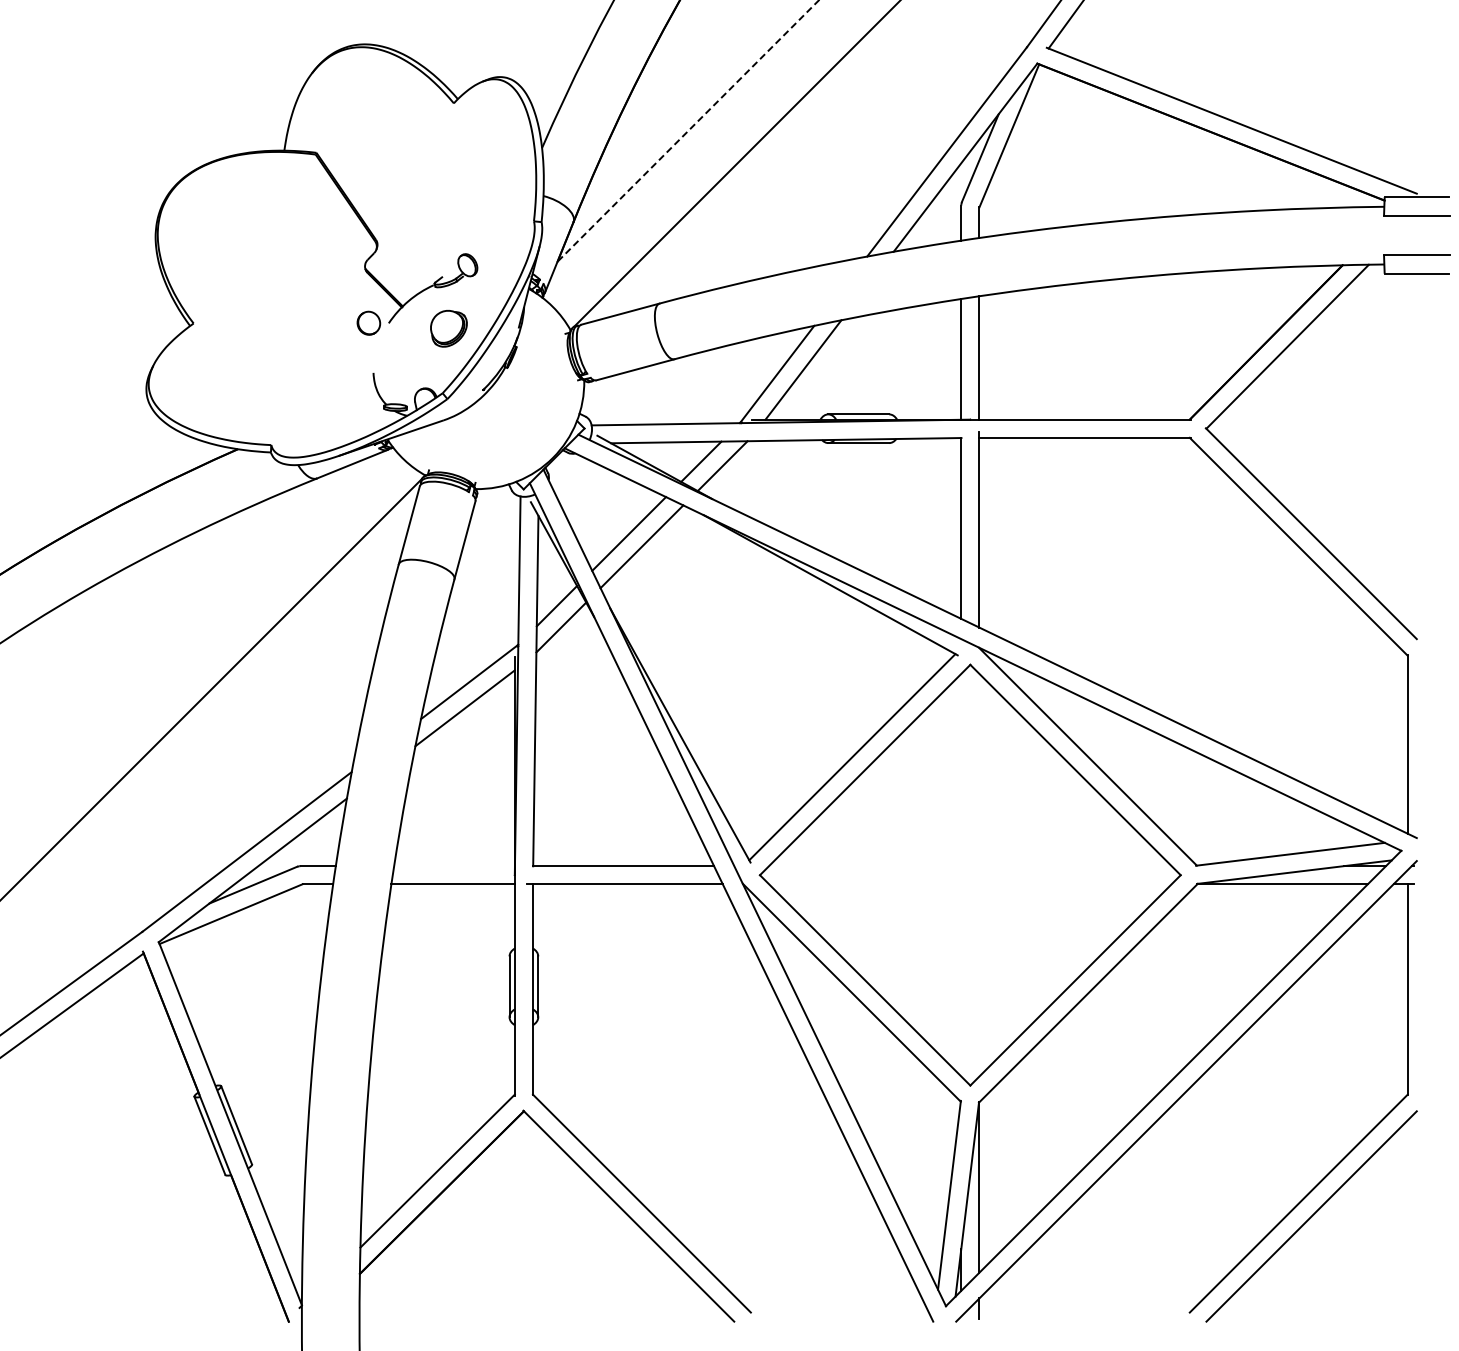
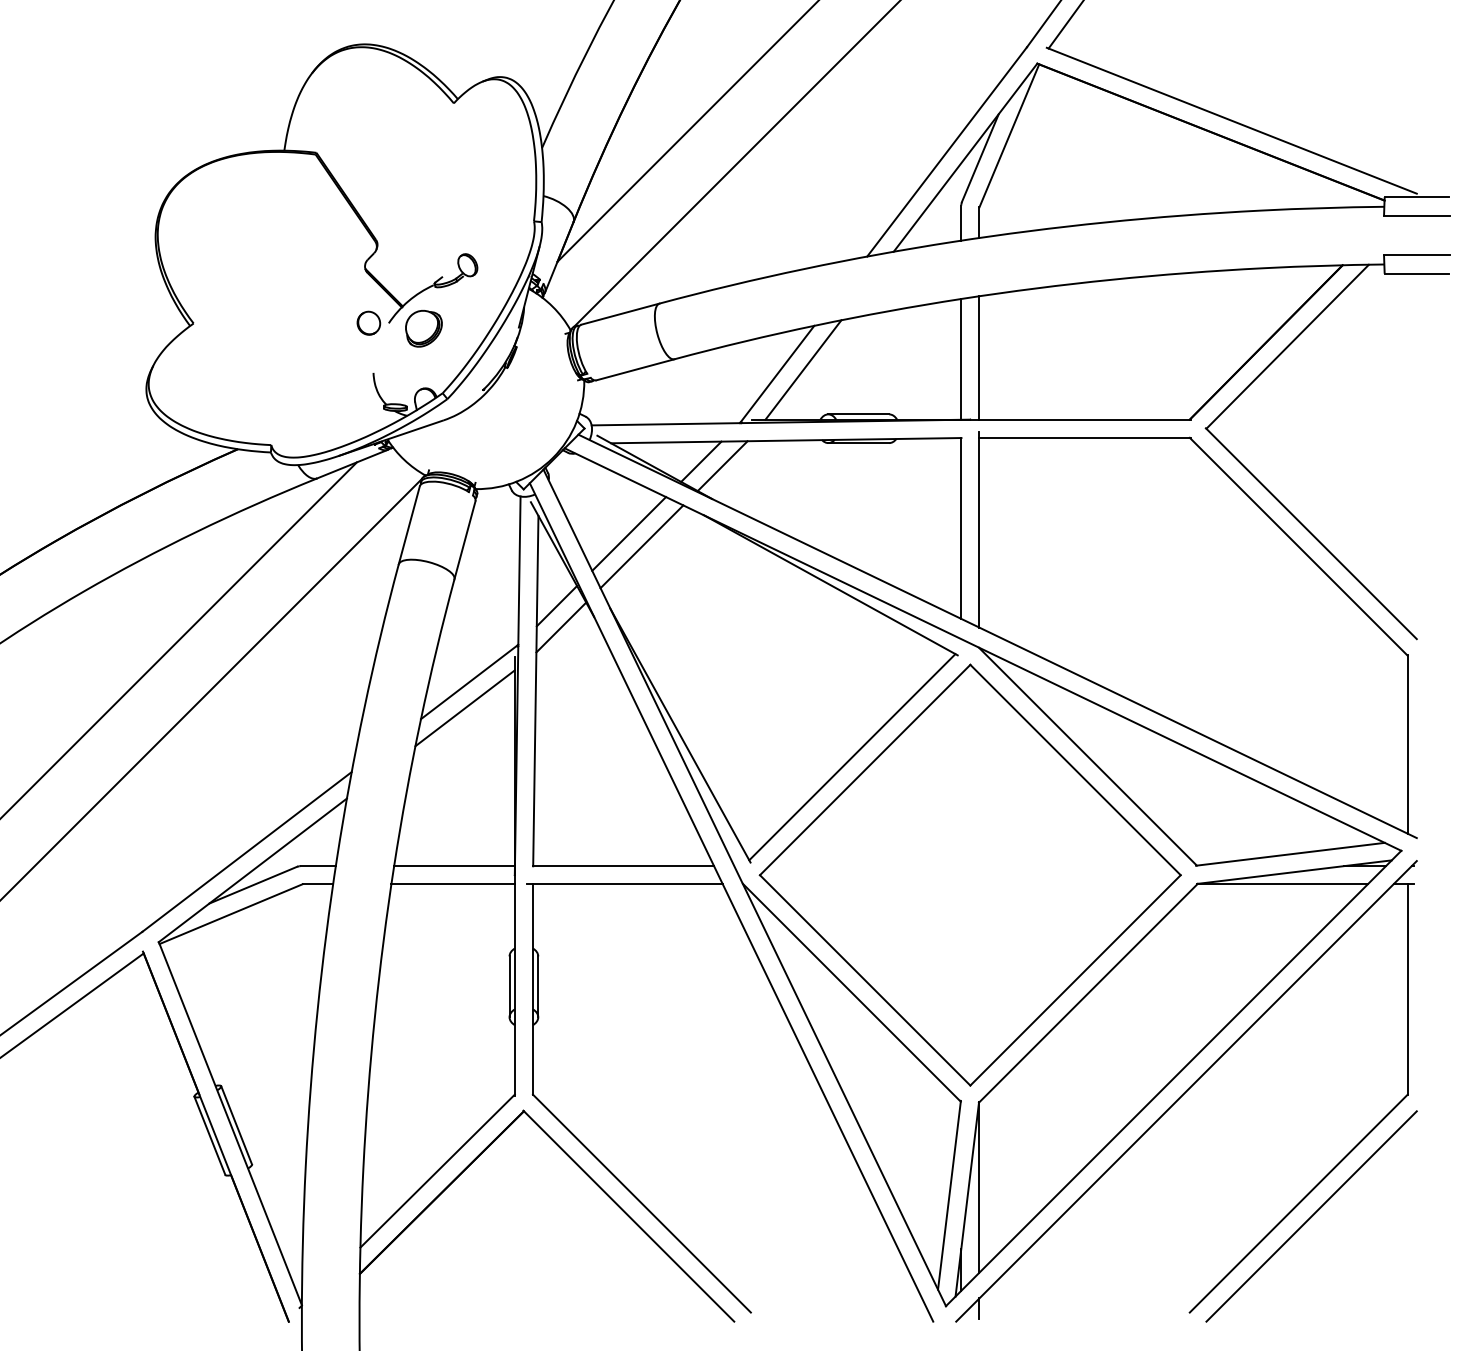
line at (688, 131): dashed -> solid
part at (448, 328) position: (448, 328) -> (423, 328)
line at (179, 639): none -> present
line at (454, 866): none -> present
